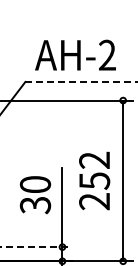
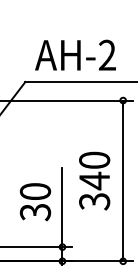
line at (82, 81): dashed -> solid
text at (94, 180): 252 -> 340
text at (35, 195) position: (35, 195) -> (35, 202)
line at (36, 247): dashed -> solid
